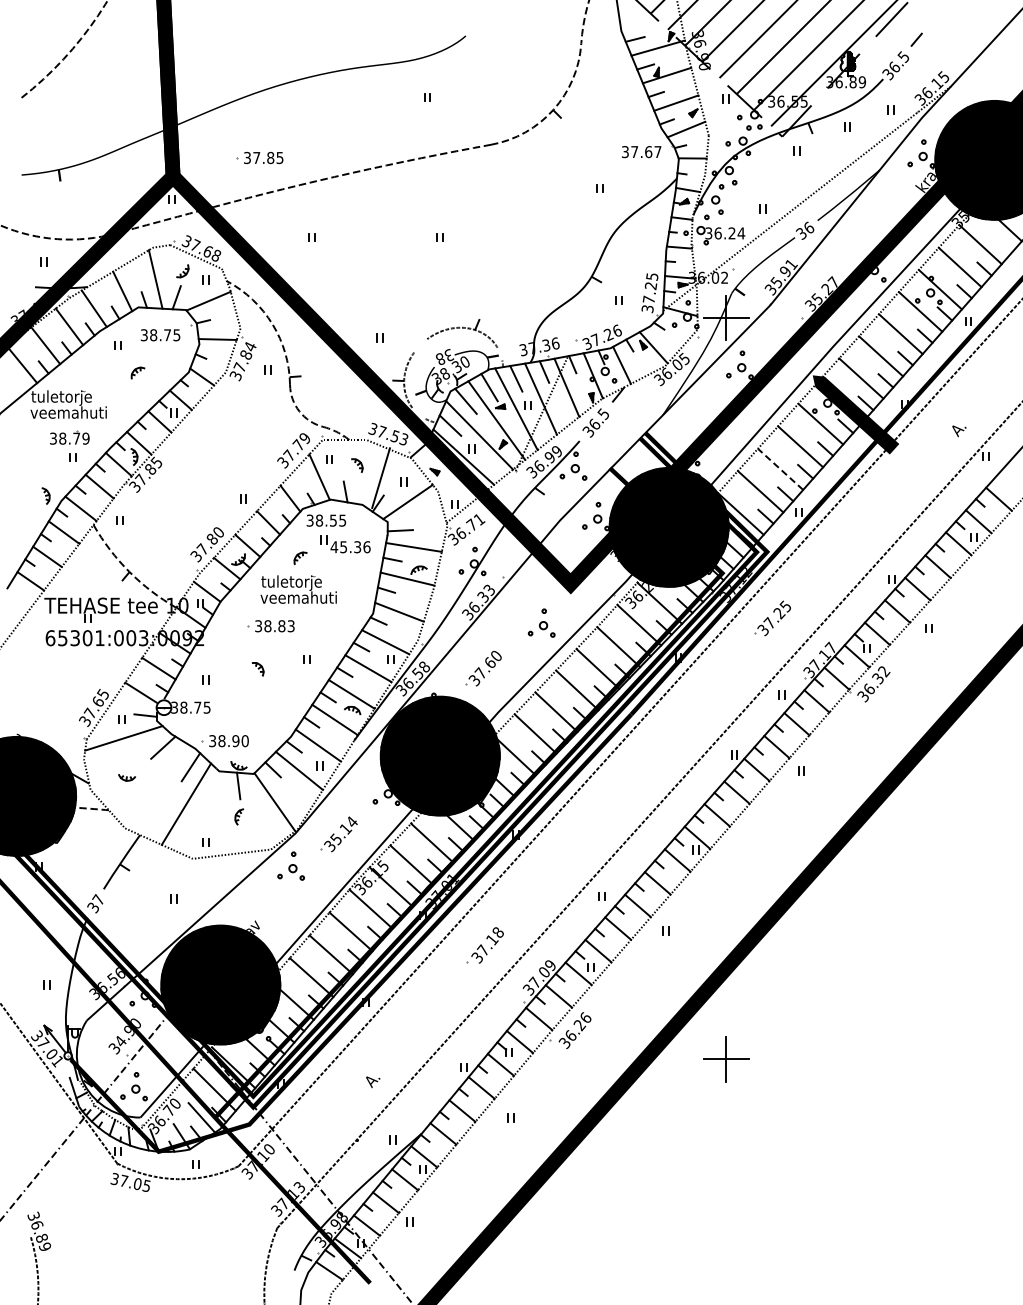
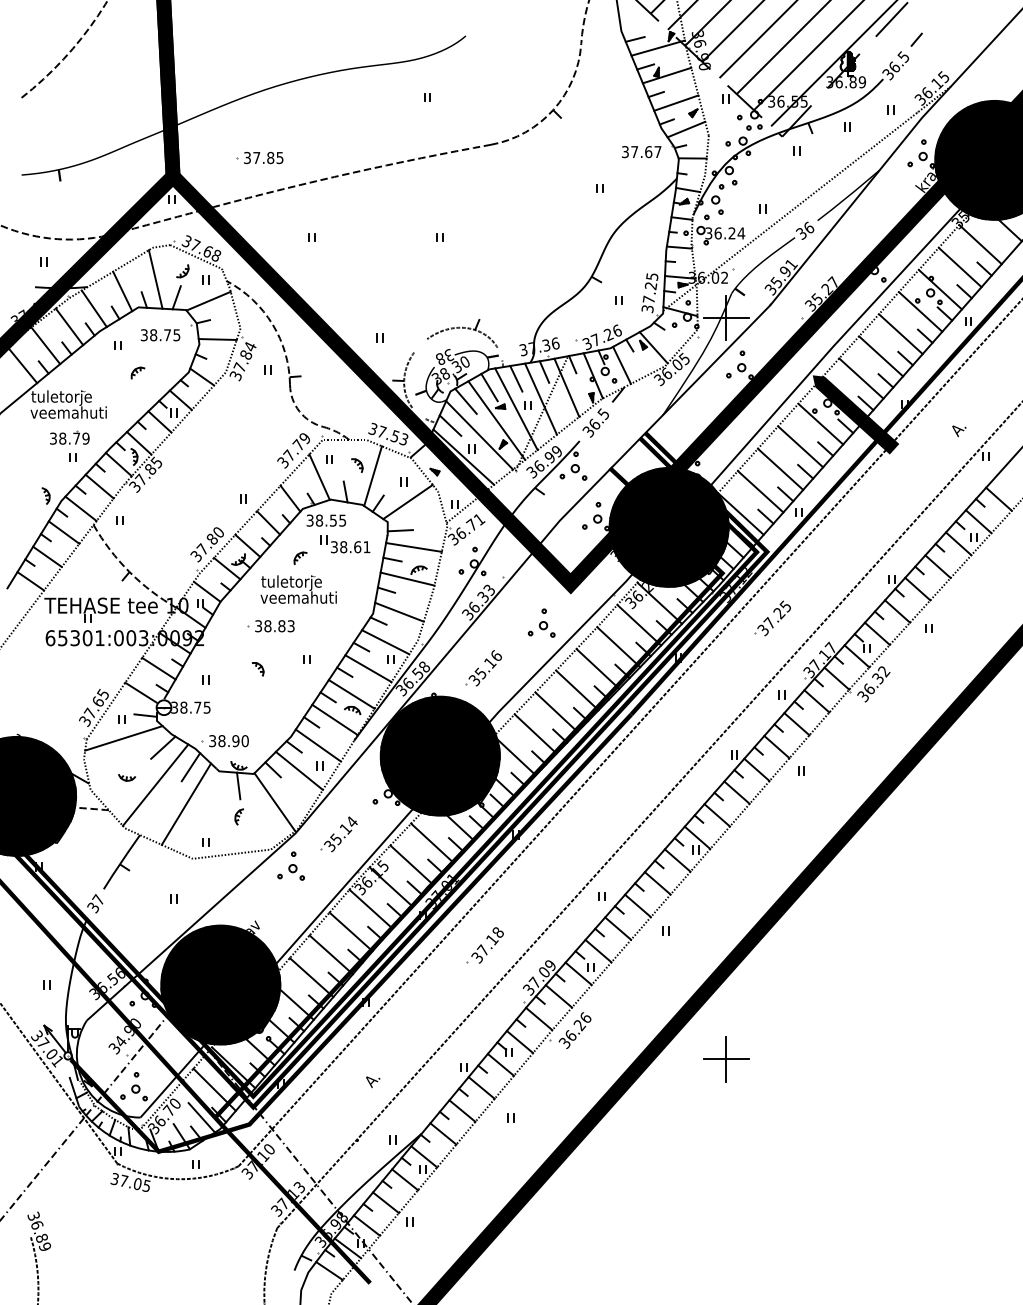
line at (780, 469): dashed -> solid
line at (380, 478) position: (380, 478) -> (372, 476)
text at (350, 547): 45.36 -> 38.61
text at (487, 664): 37.60 -> 35.16
line at (155, 784): none -> present
